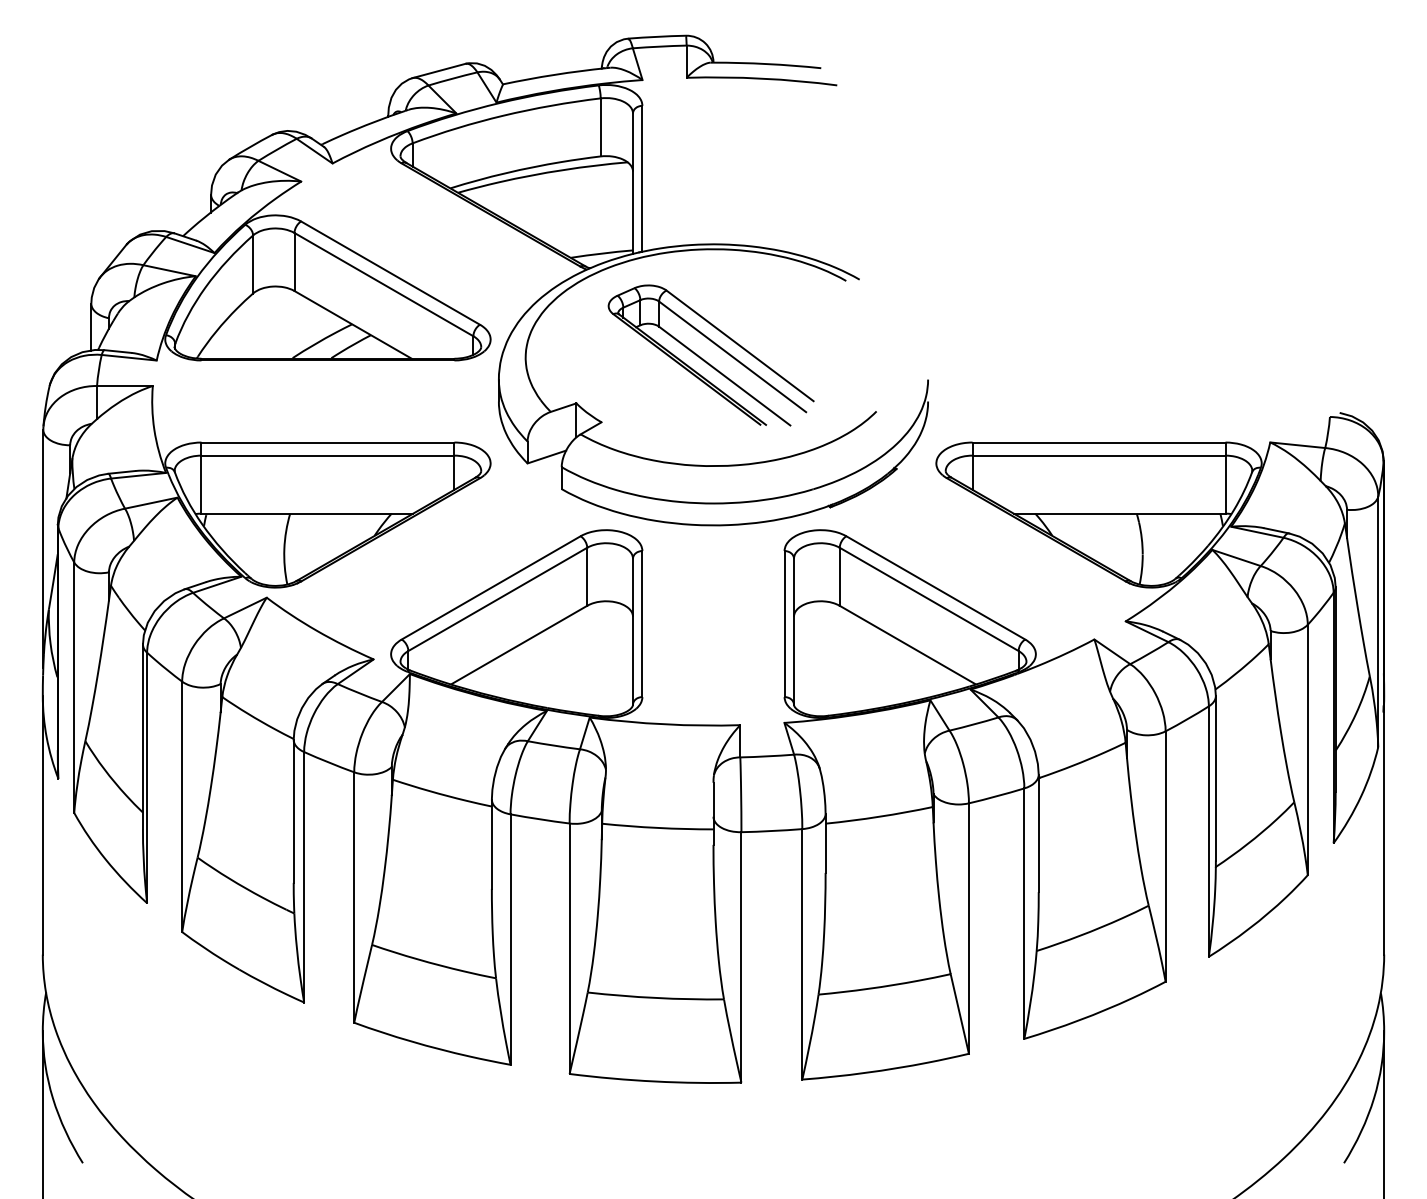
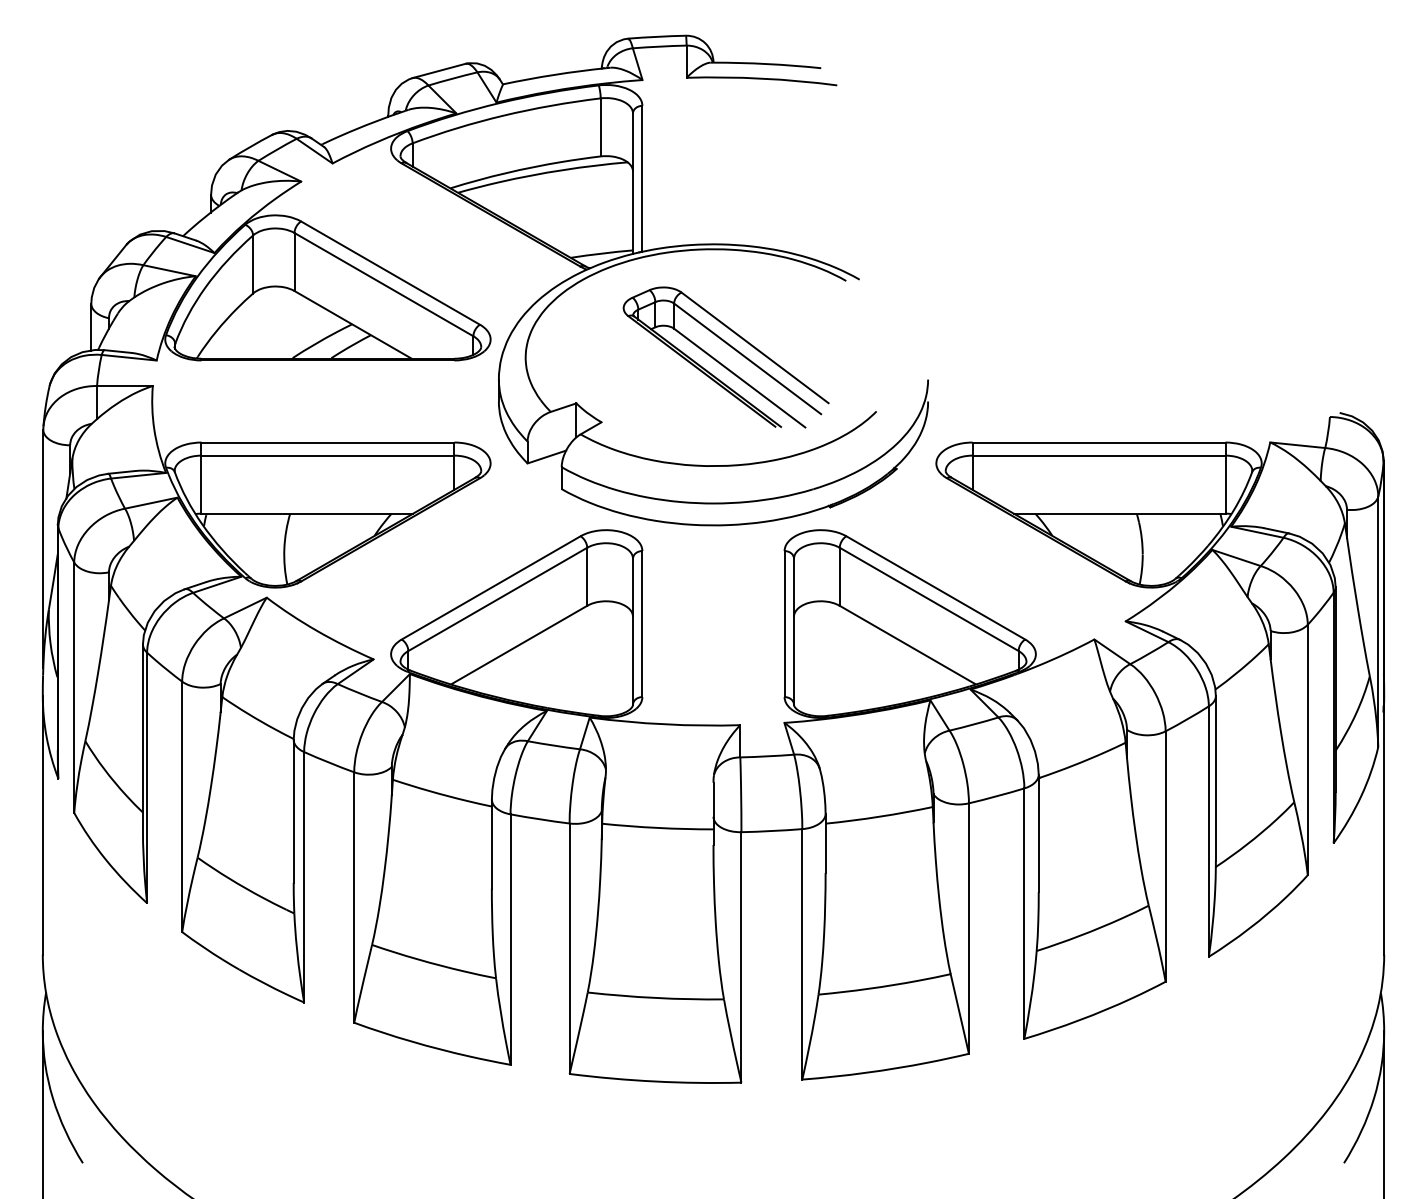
part at (707, 361) position: (707, 361) -> (722, 363)
